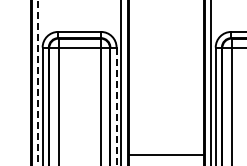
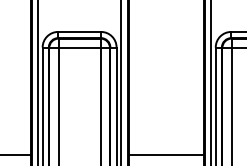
line at (37, 83): dashed -> solid
line at (116, 107): dashed -> solid
line at (16, 155): none -> present
